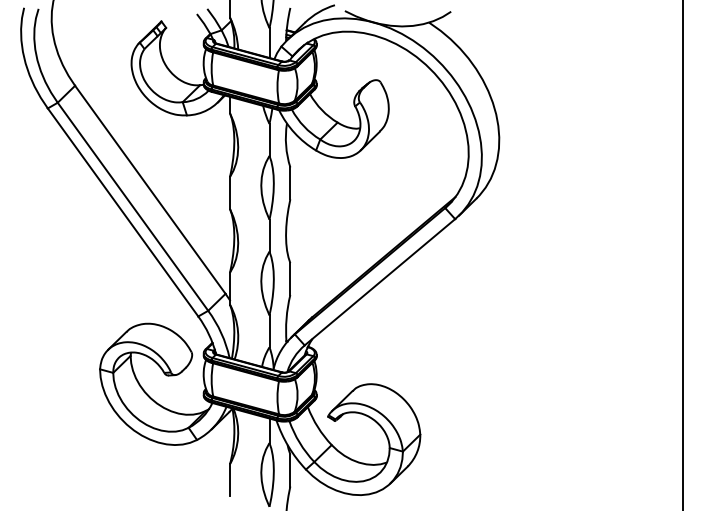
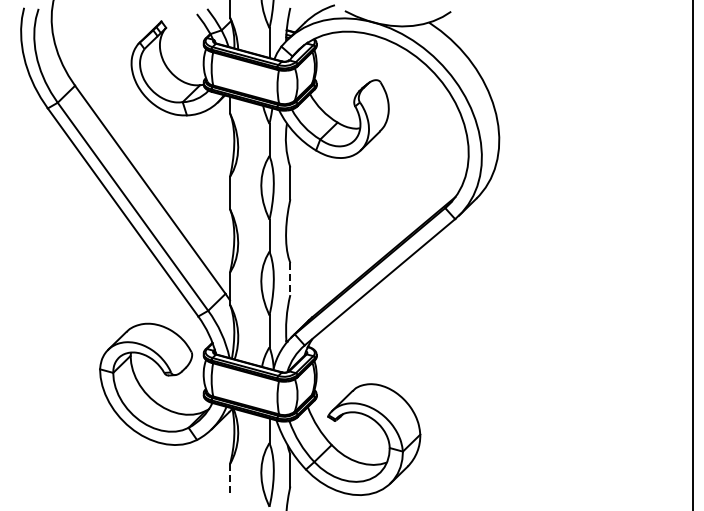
line at (682, 254) position: (682, 254) -> (692, 254)
line at (290, 279): solid -> dashed
line at (230, 480): solid -> dashed
